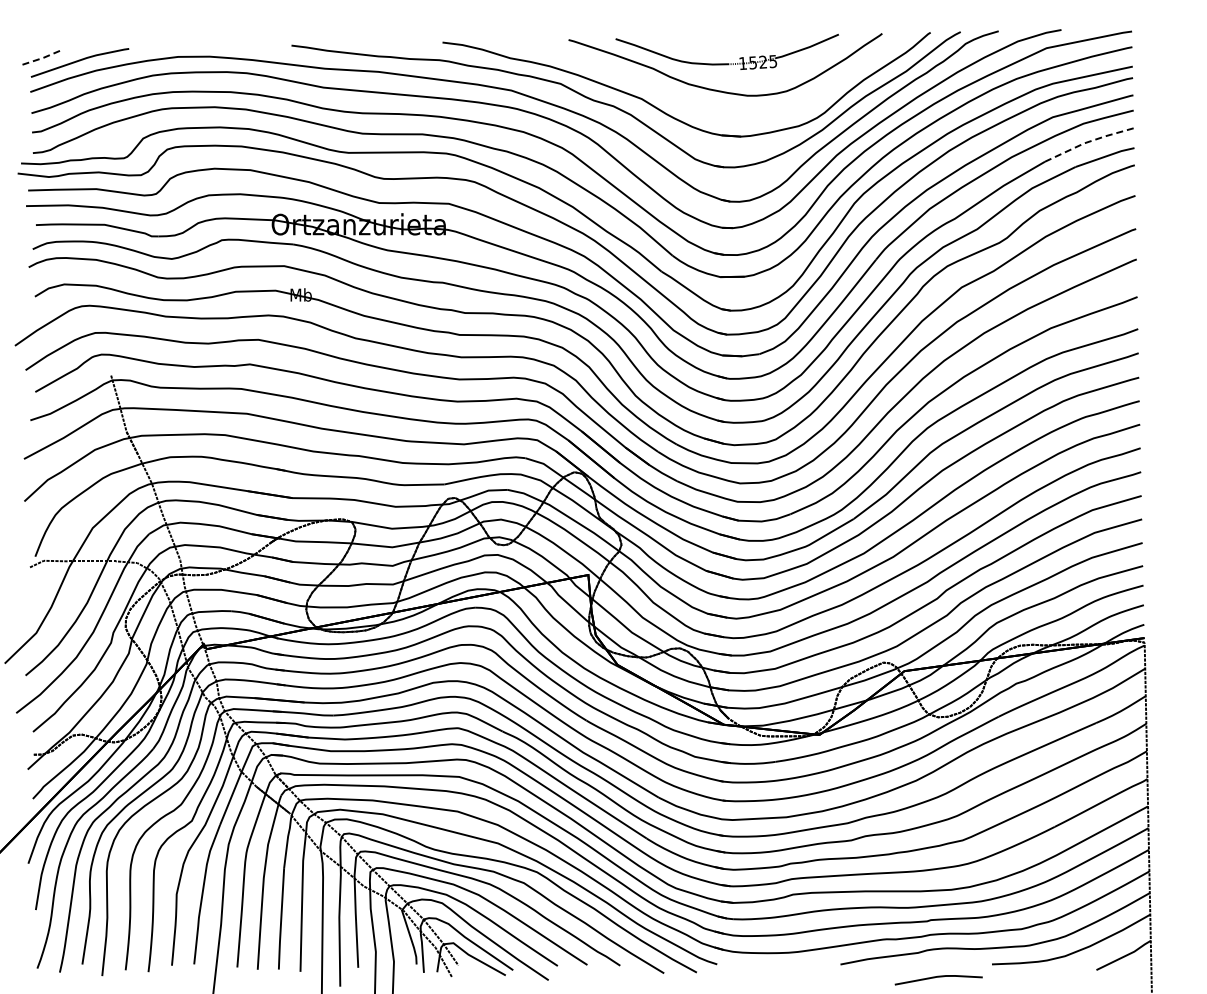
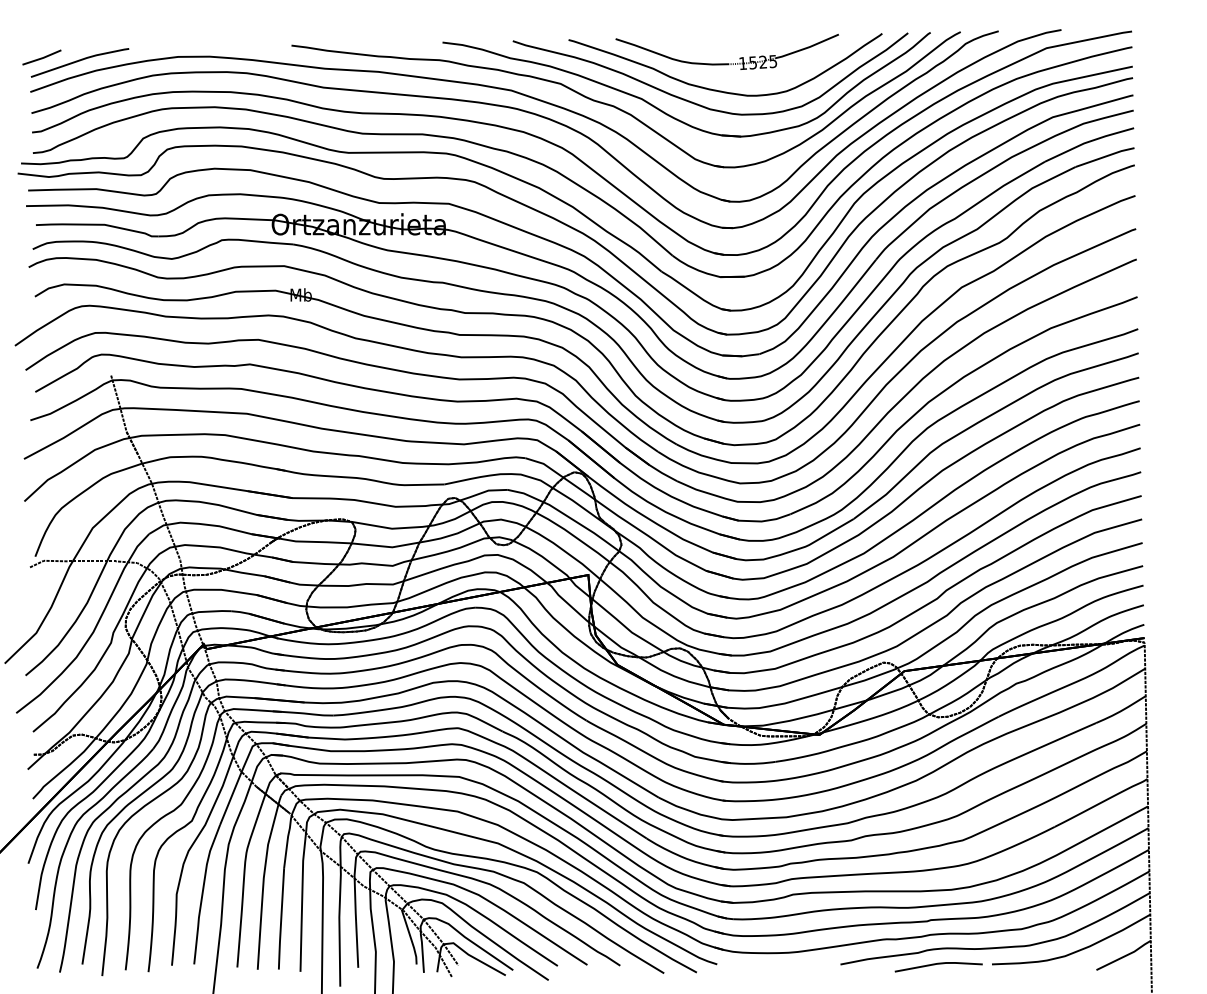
line at (42, 58): dashed -> solid
curve at (700, 104): none -> present
line at (1088, 141): dashed -> solid
line at (938, 977) position: (938, 977) -> (938, 964)
